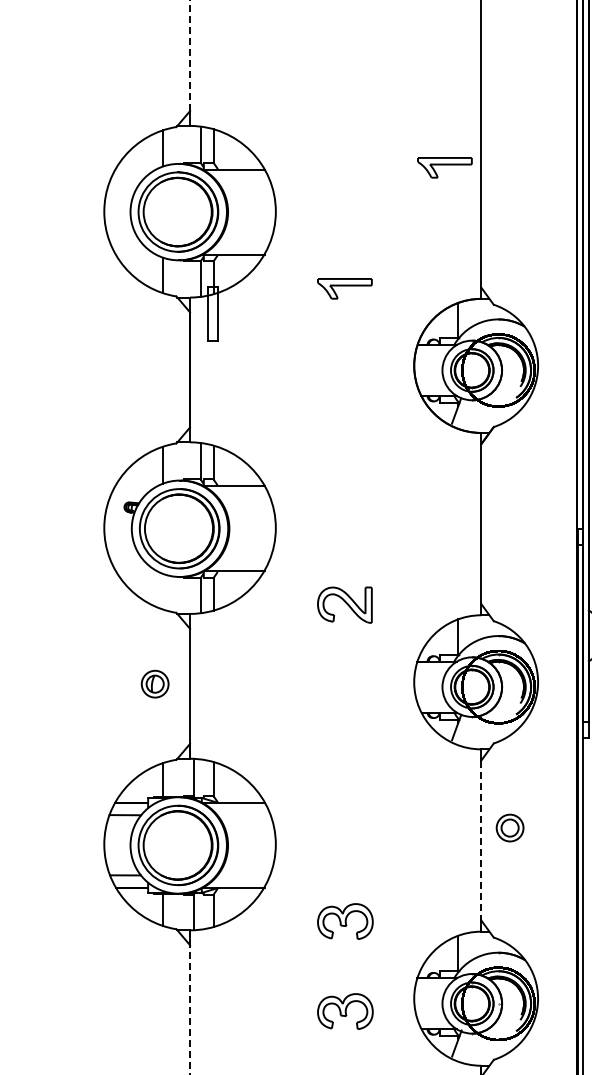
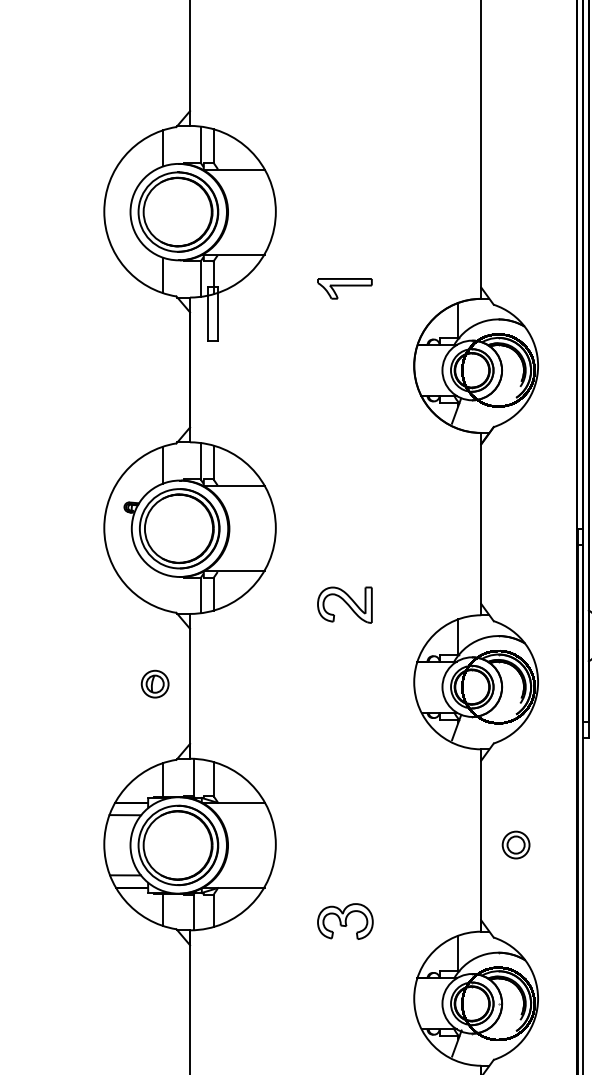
line at (190, 55): dashed -> solid
part at (444, 167): present -> none
part at (509, 827) position: (509, 827) -> (515, 844)
line at (481, 846): dashed -> solid
line at (190, 1002): dashed -> solid
part at (345, 1011): present -> none
